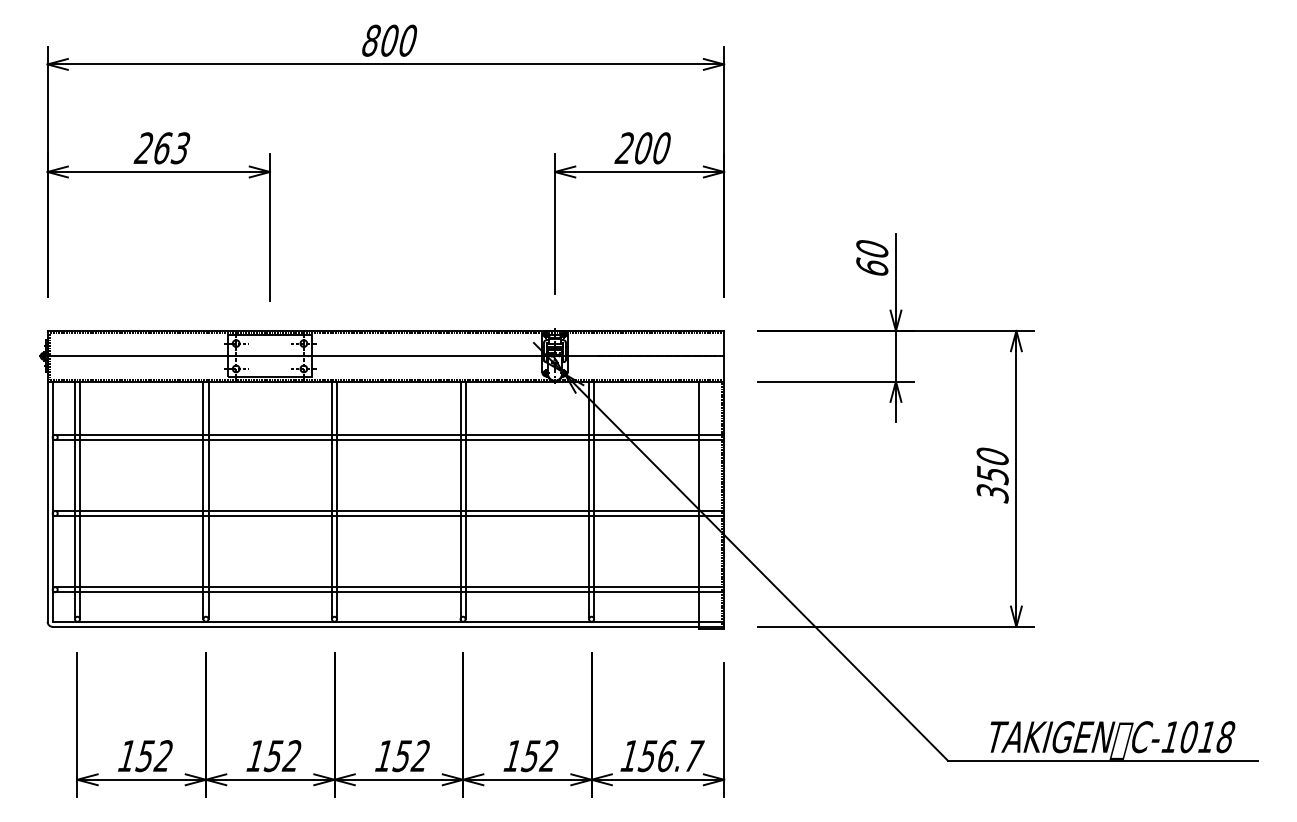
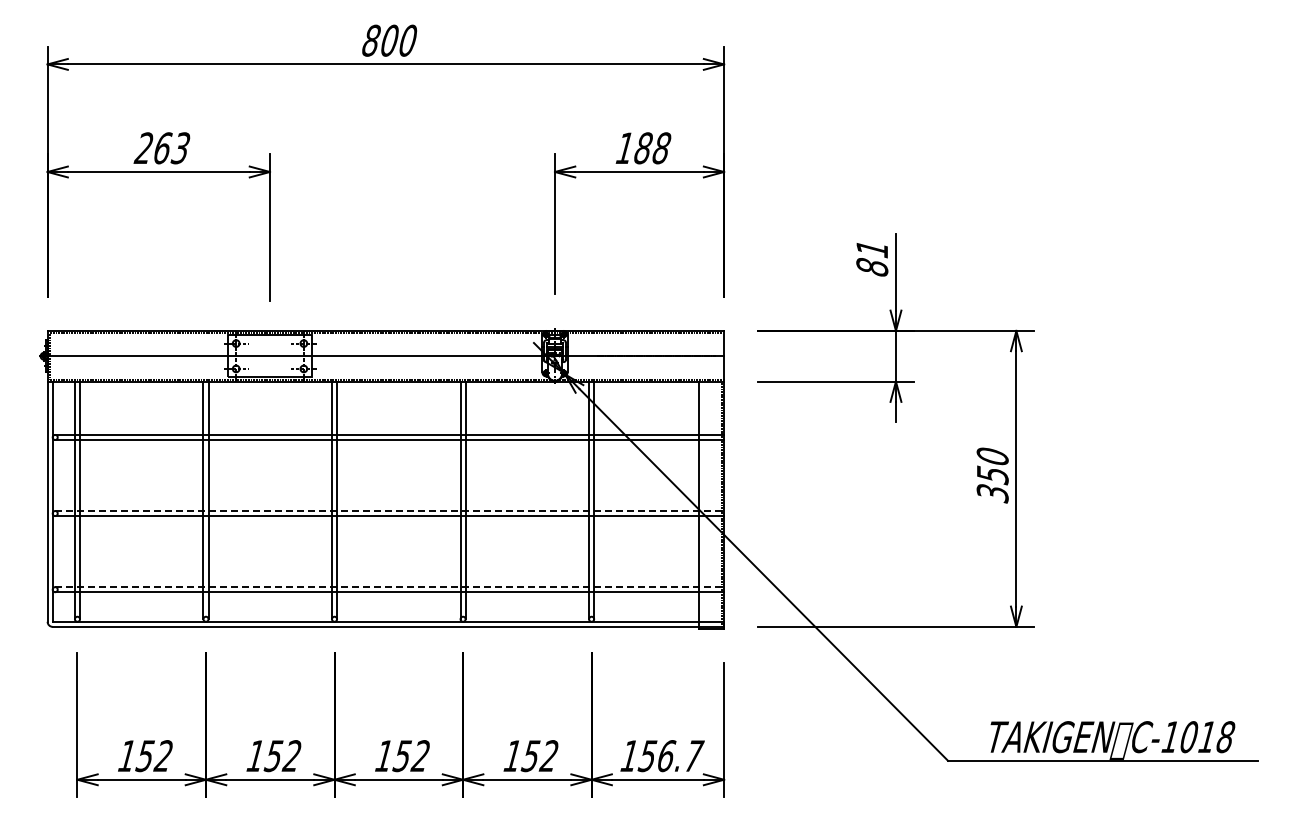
text at (642, 148): 200 -> 188
text at (872, 258): 60 -> 81
line at (390, 511): solid -> dashed
line at (390, 587): solid -> dashed
